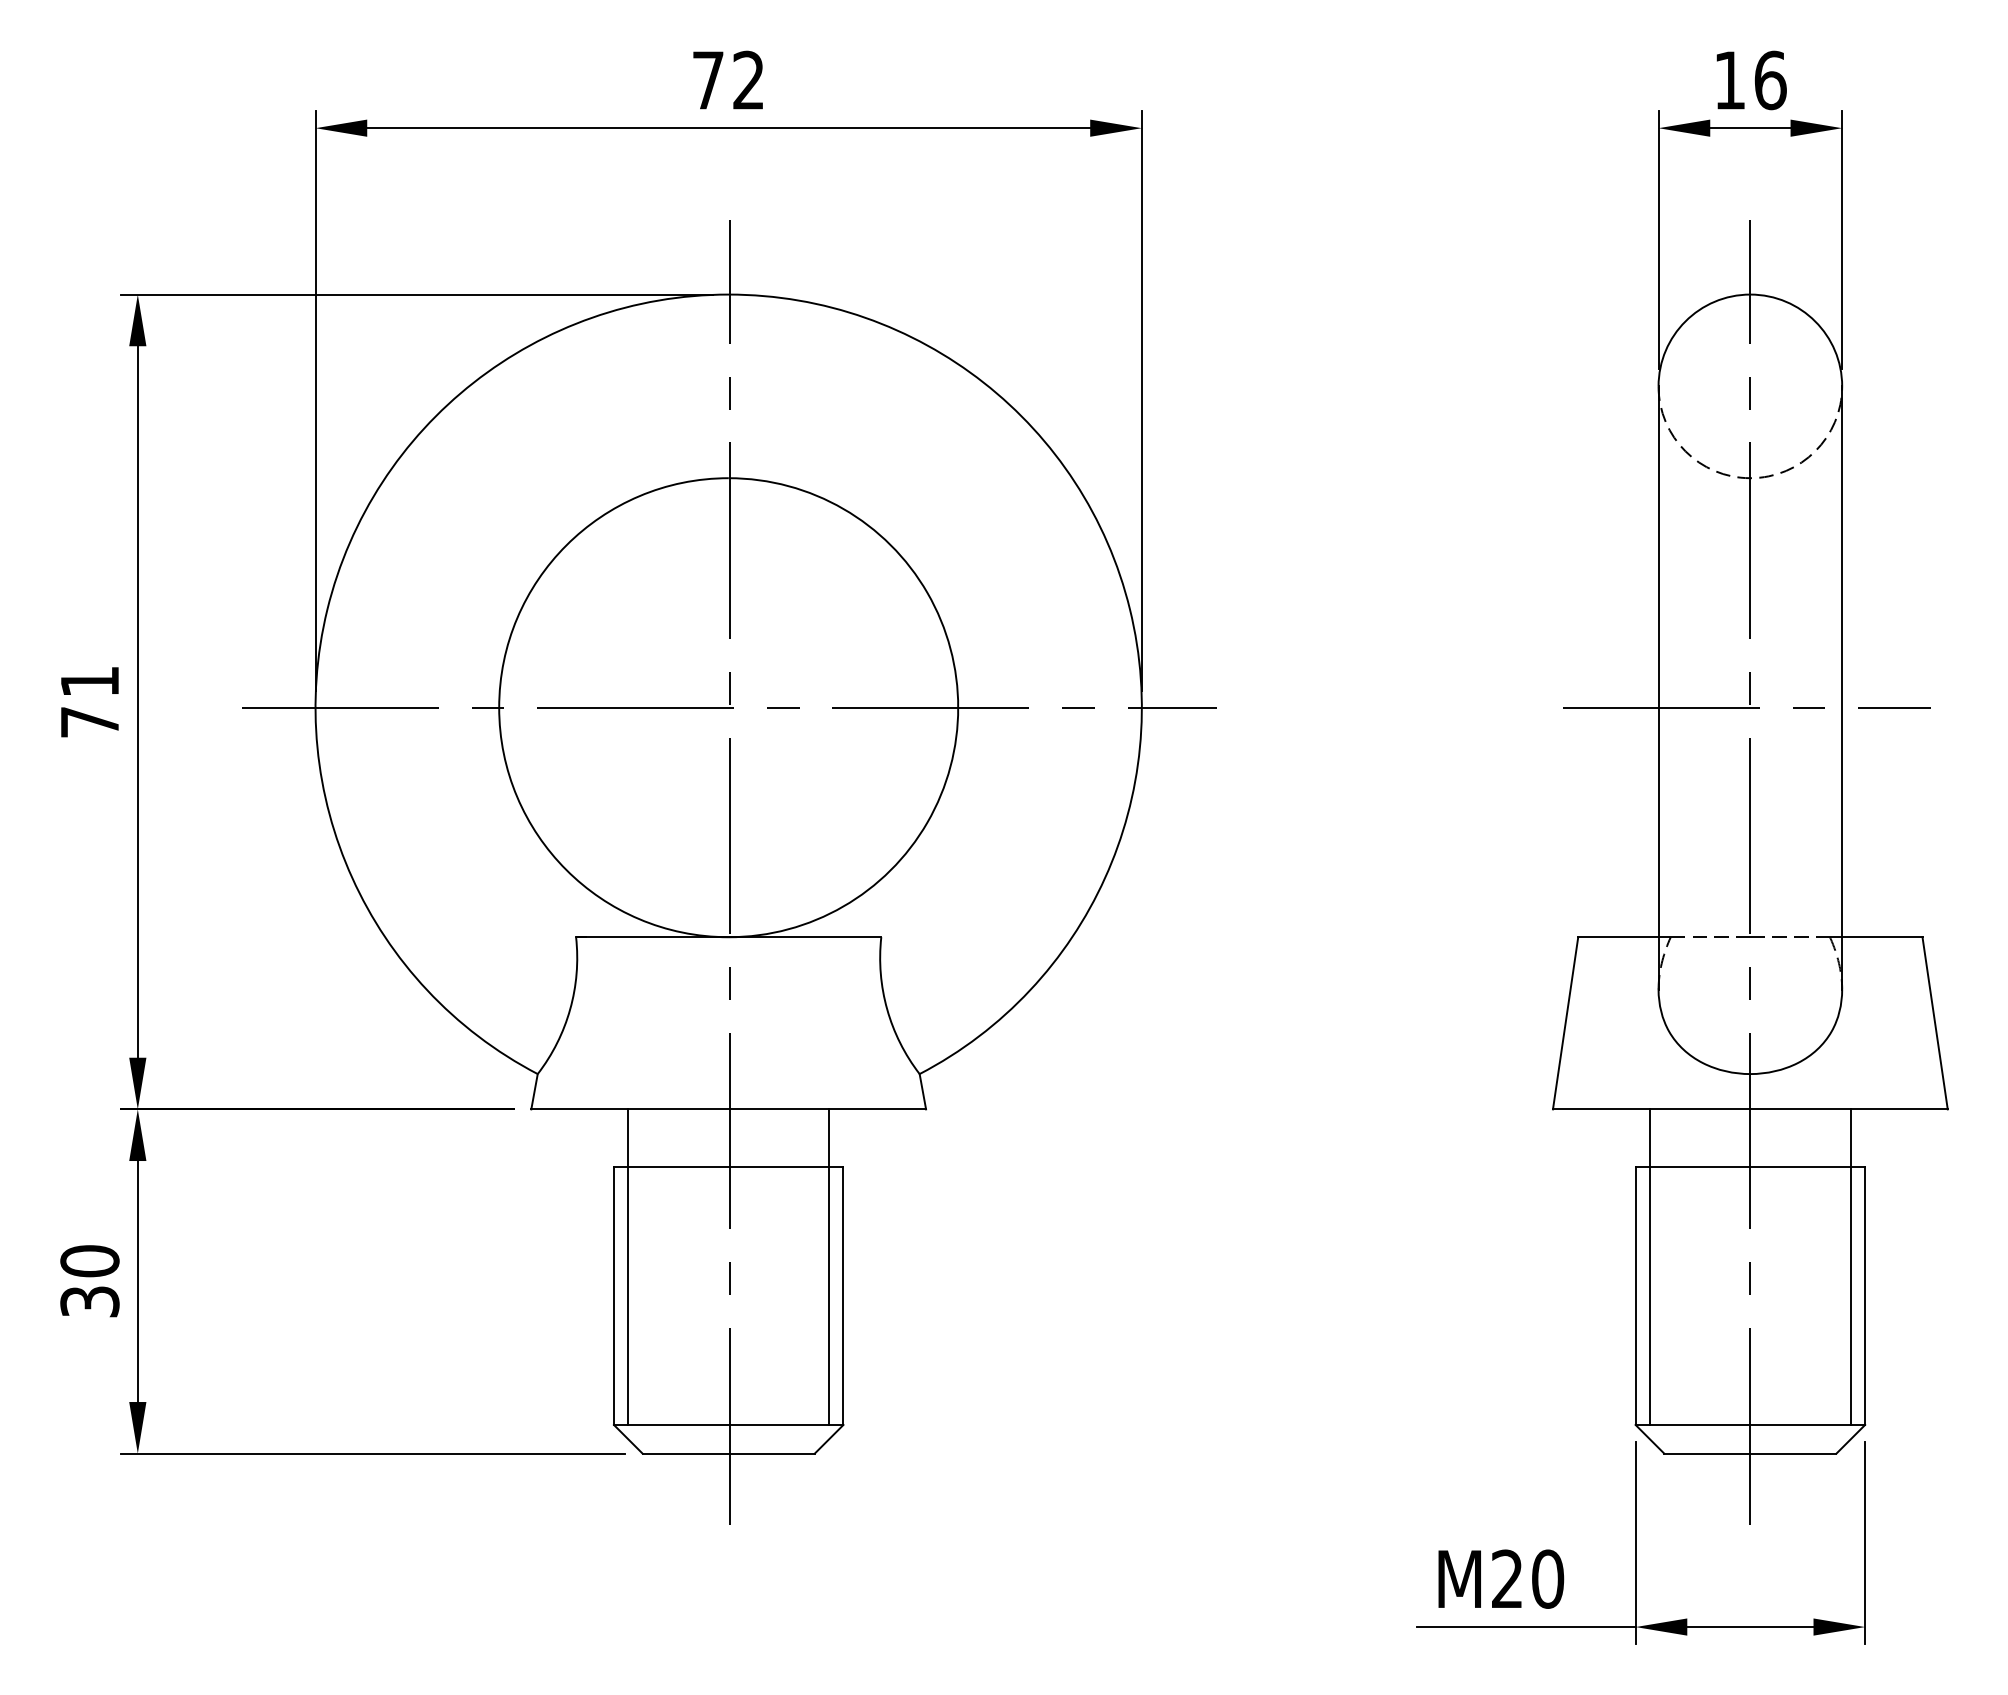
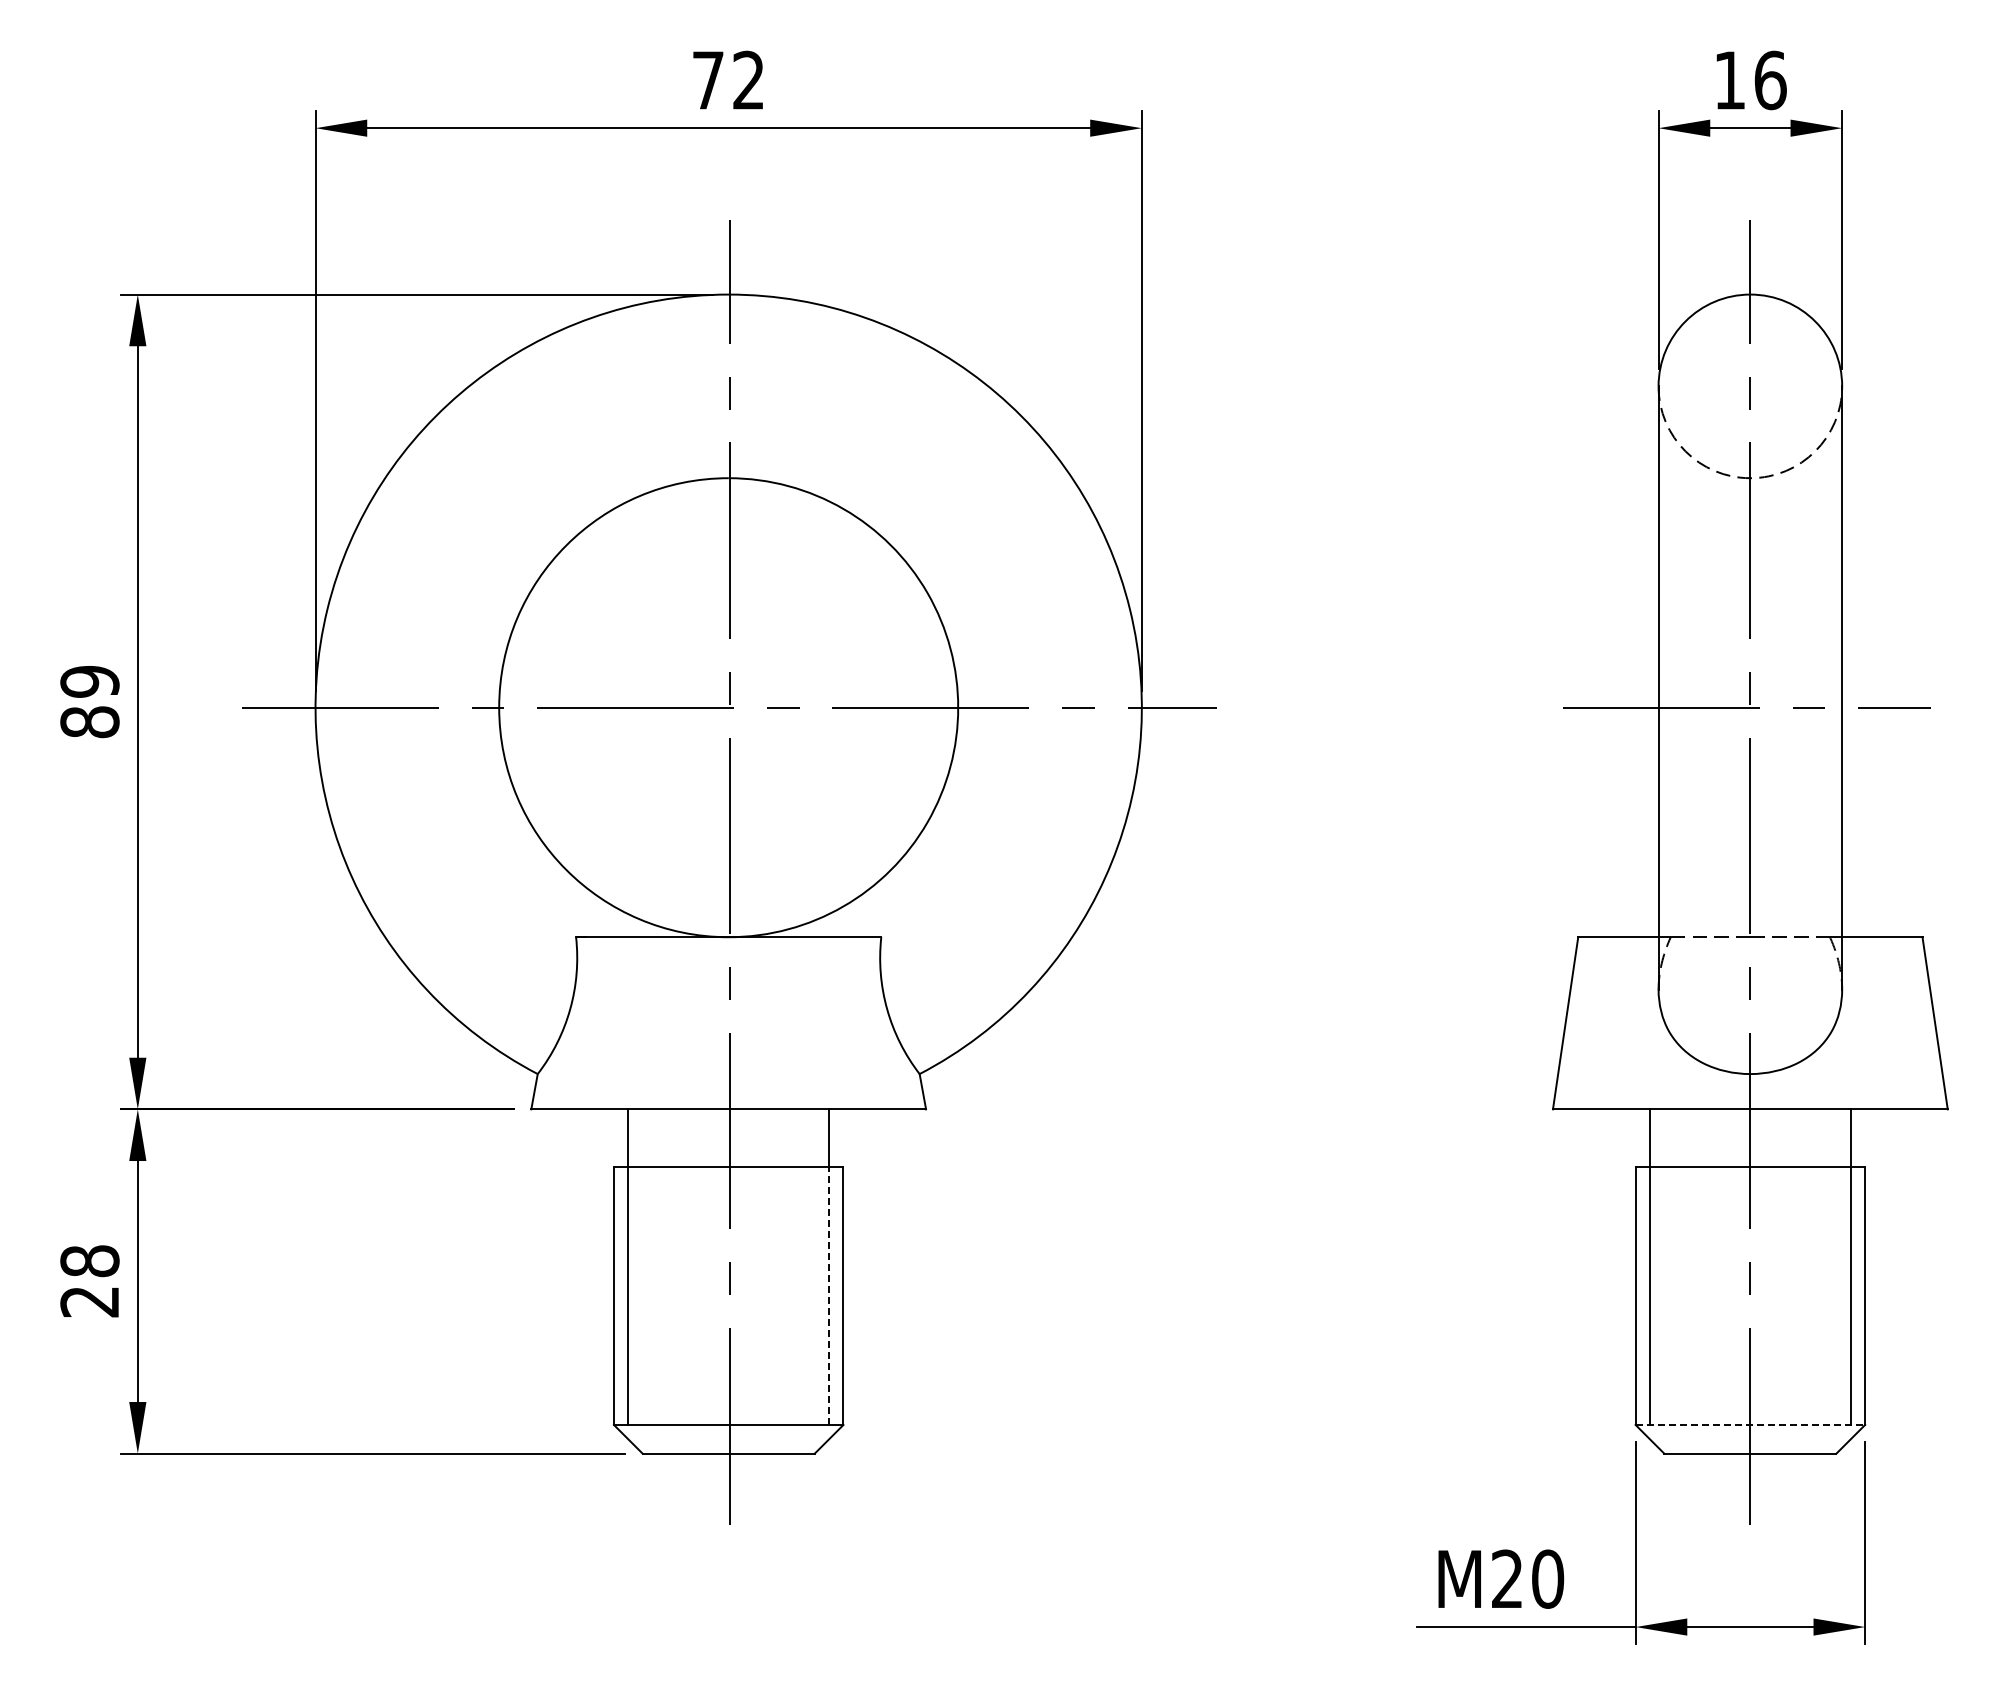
text at (89, 702): 71 -> 89
text at (89, 1281): 30 -> 28
line at (829, 1295): solid -> dashed
line at (1750, 1424): solid -> dashed
